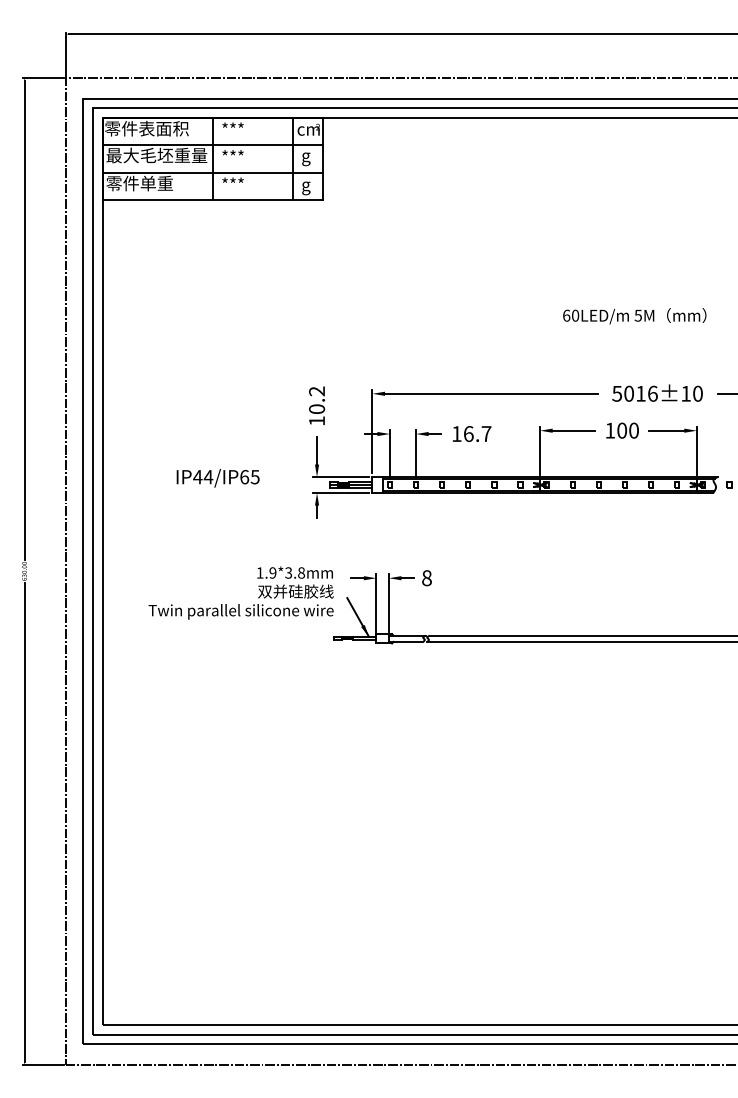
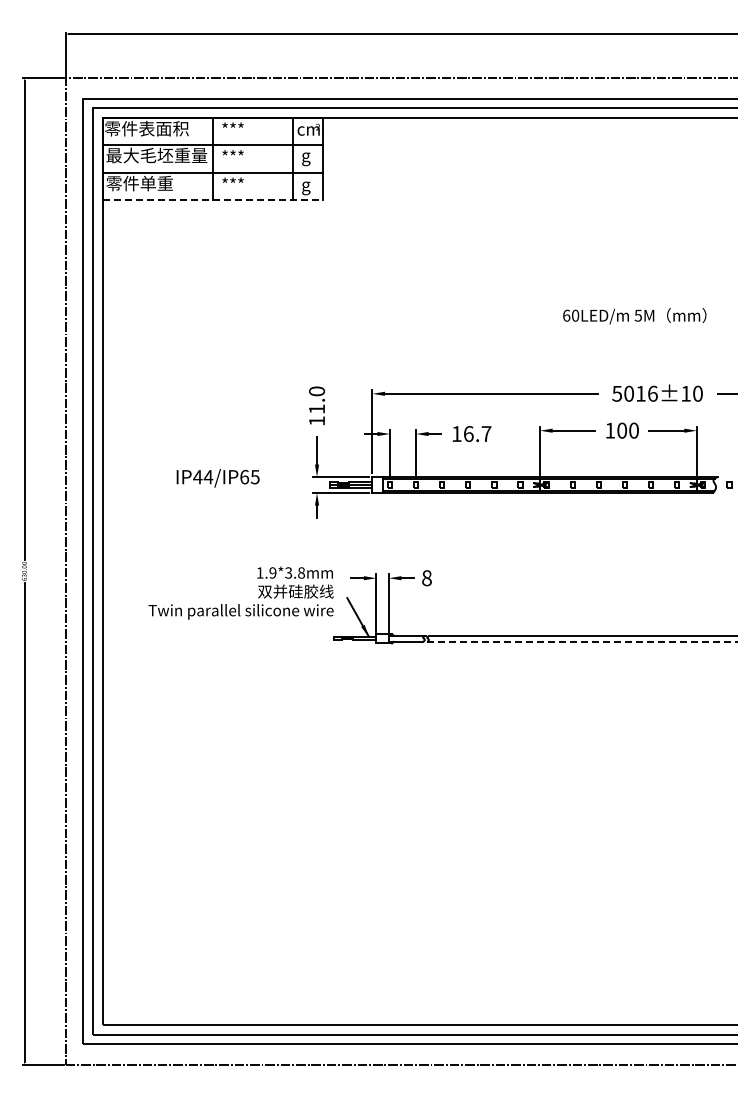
line at (213, 200): solid -> dashed
text at (317, 399): 10.2 -> 11.0
line at (583, 641): solid -> dashed
